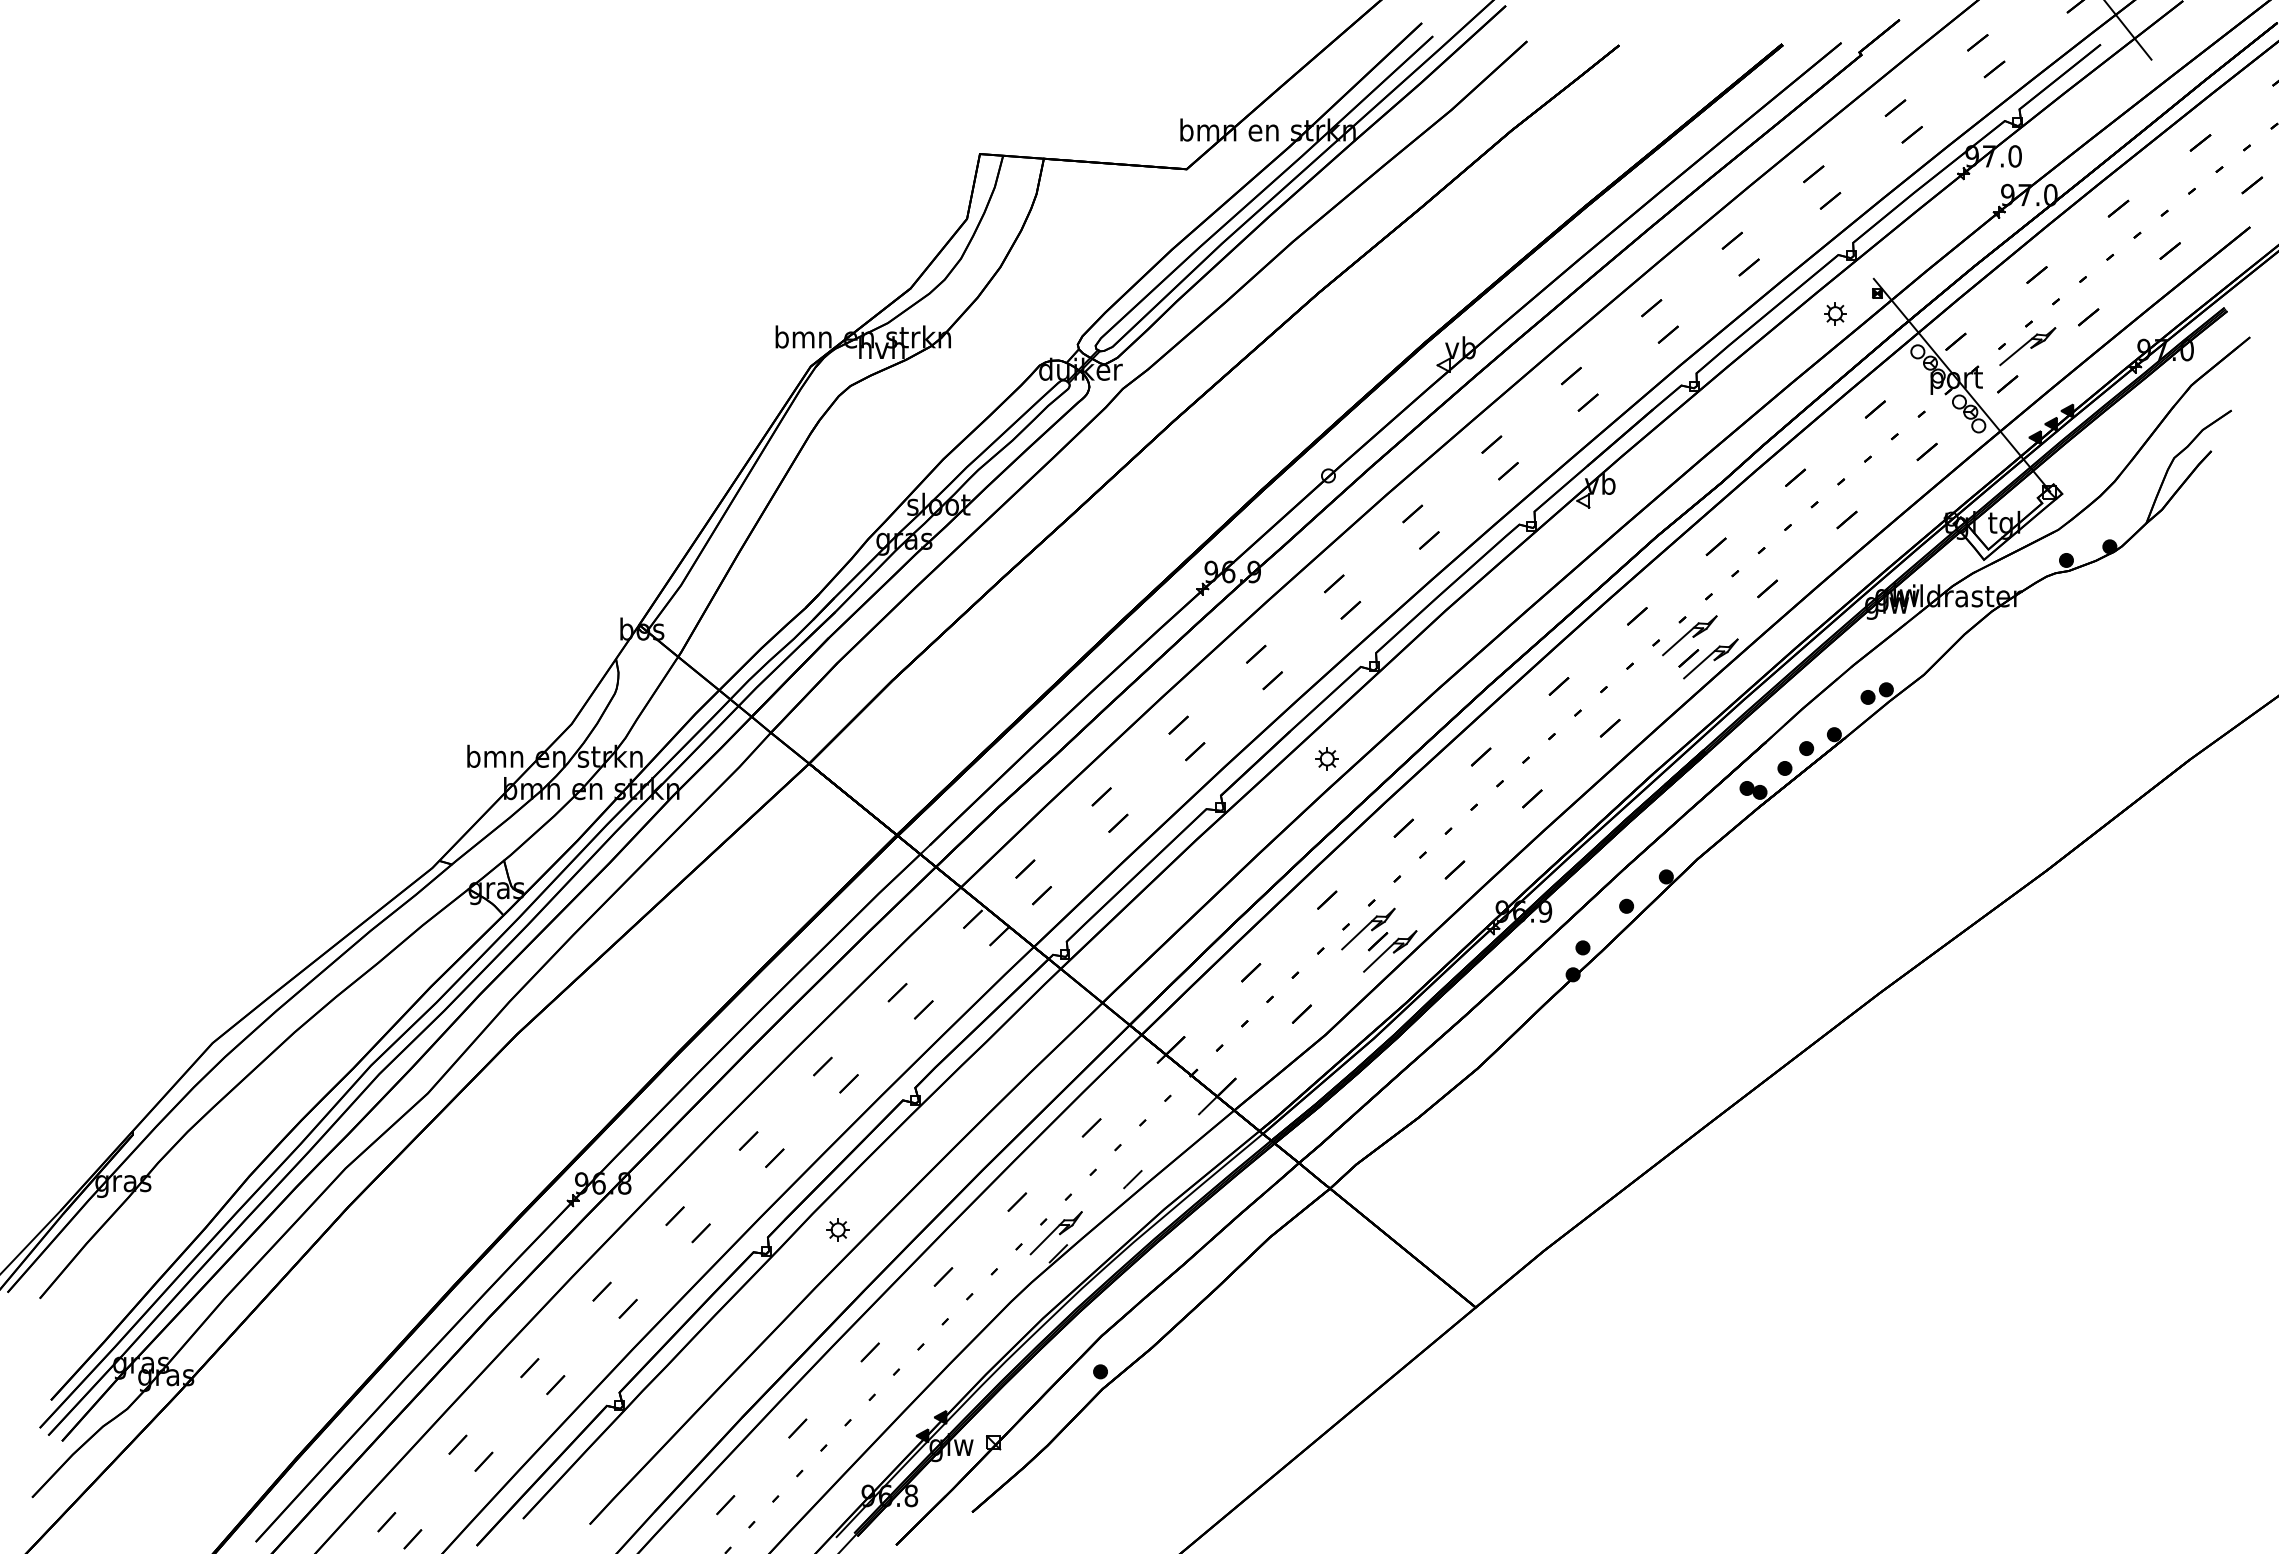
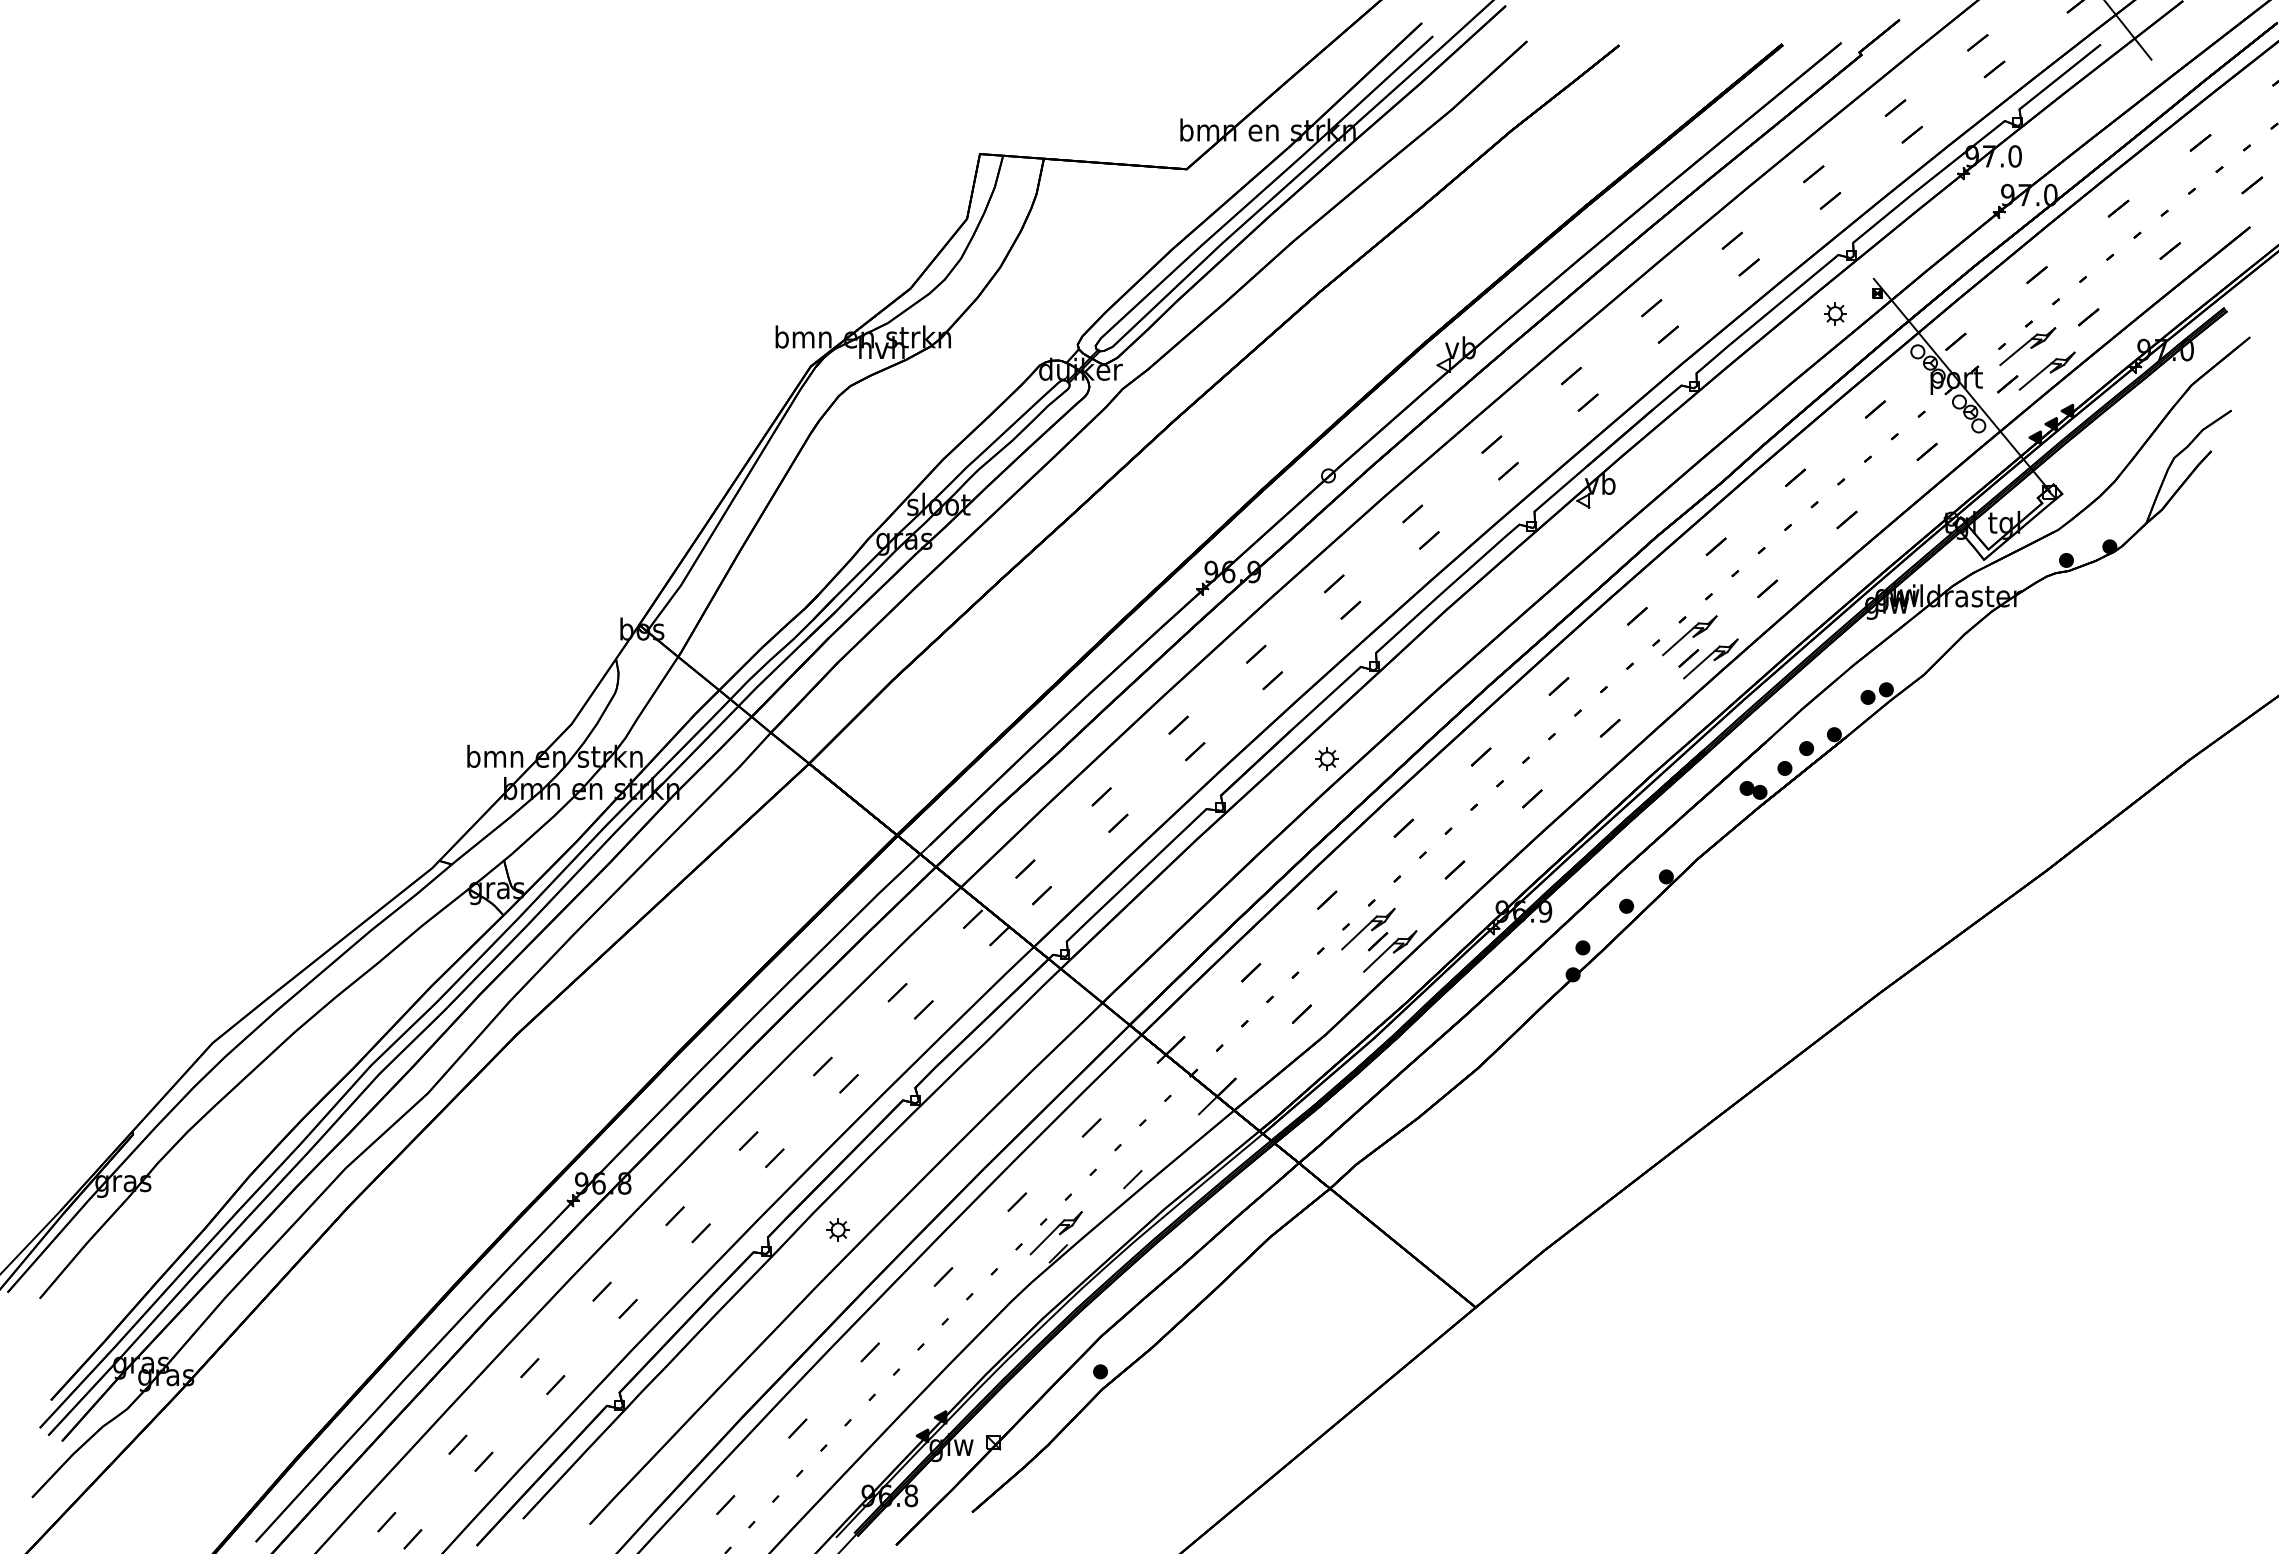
part at (2046, 370): none -> present
